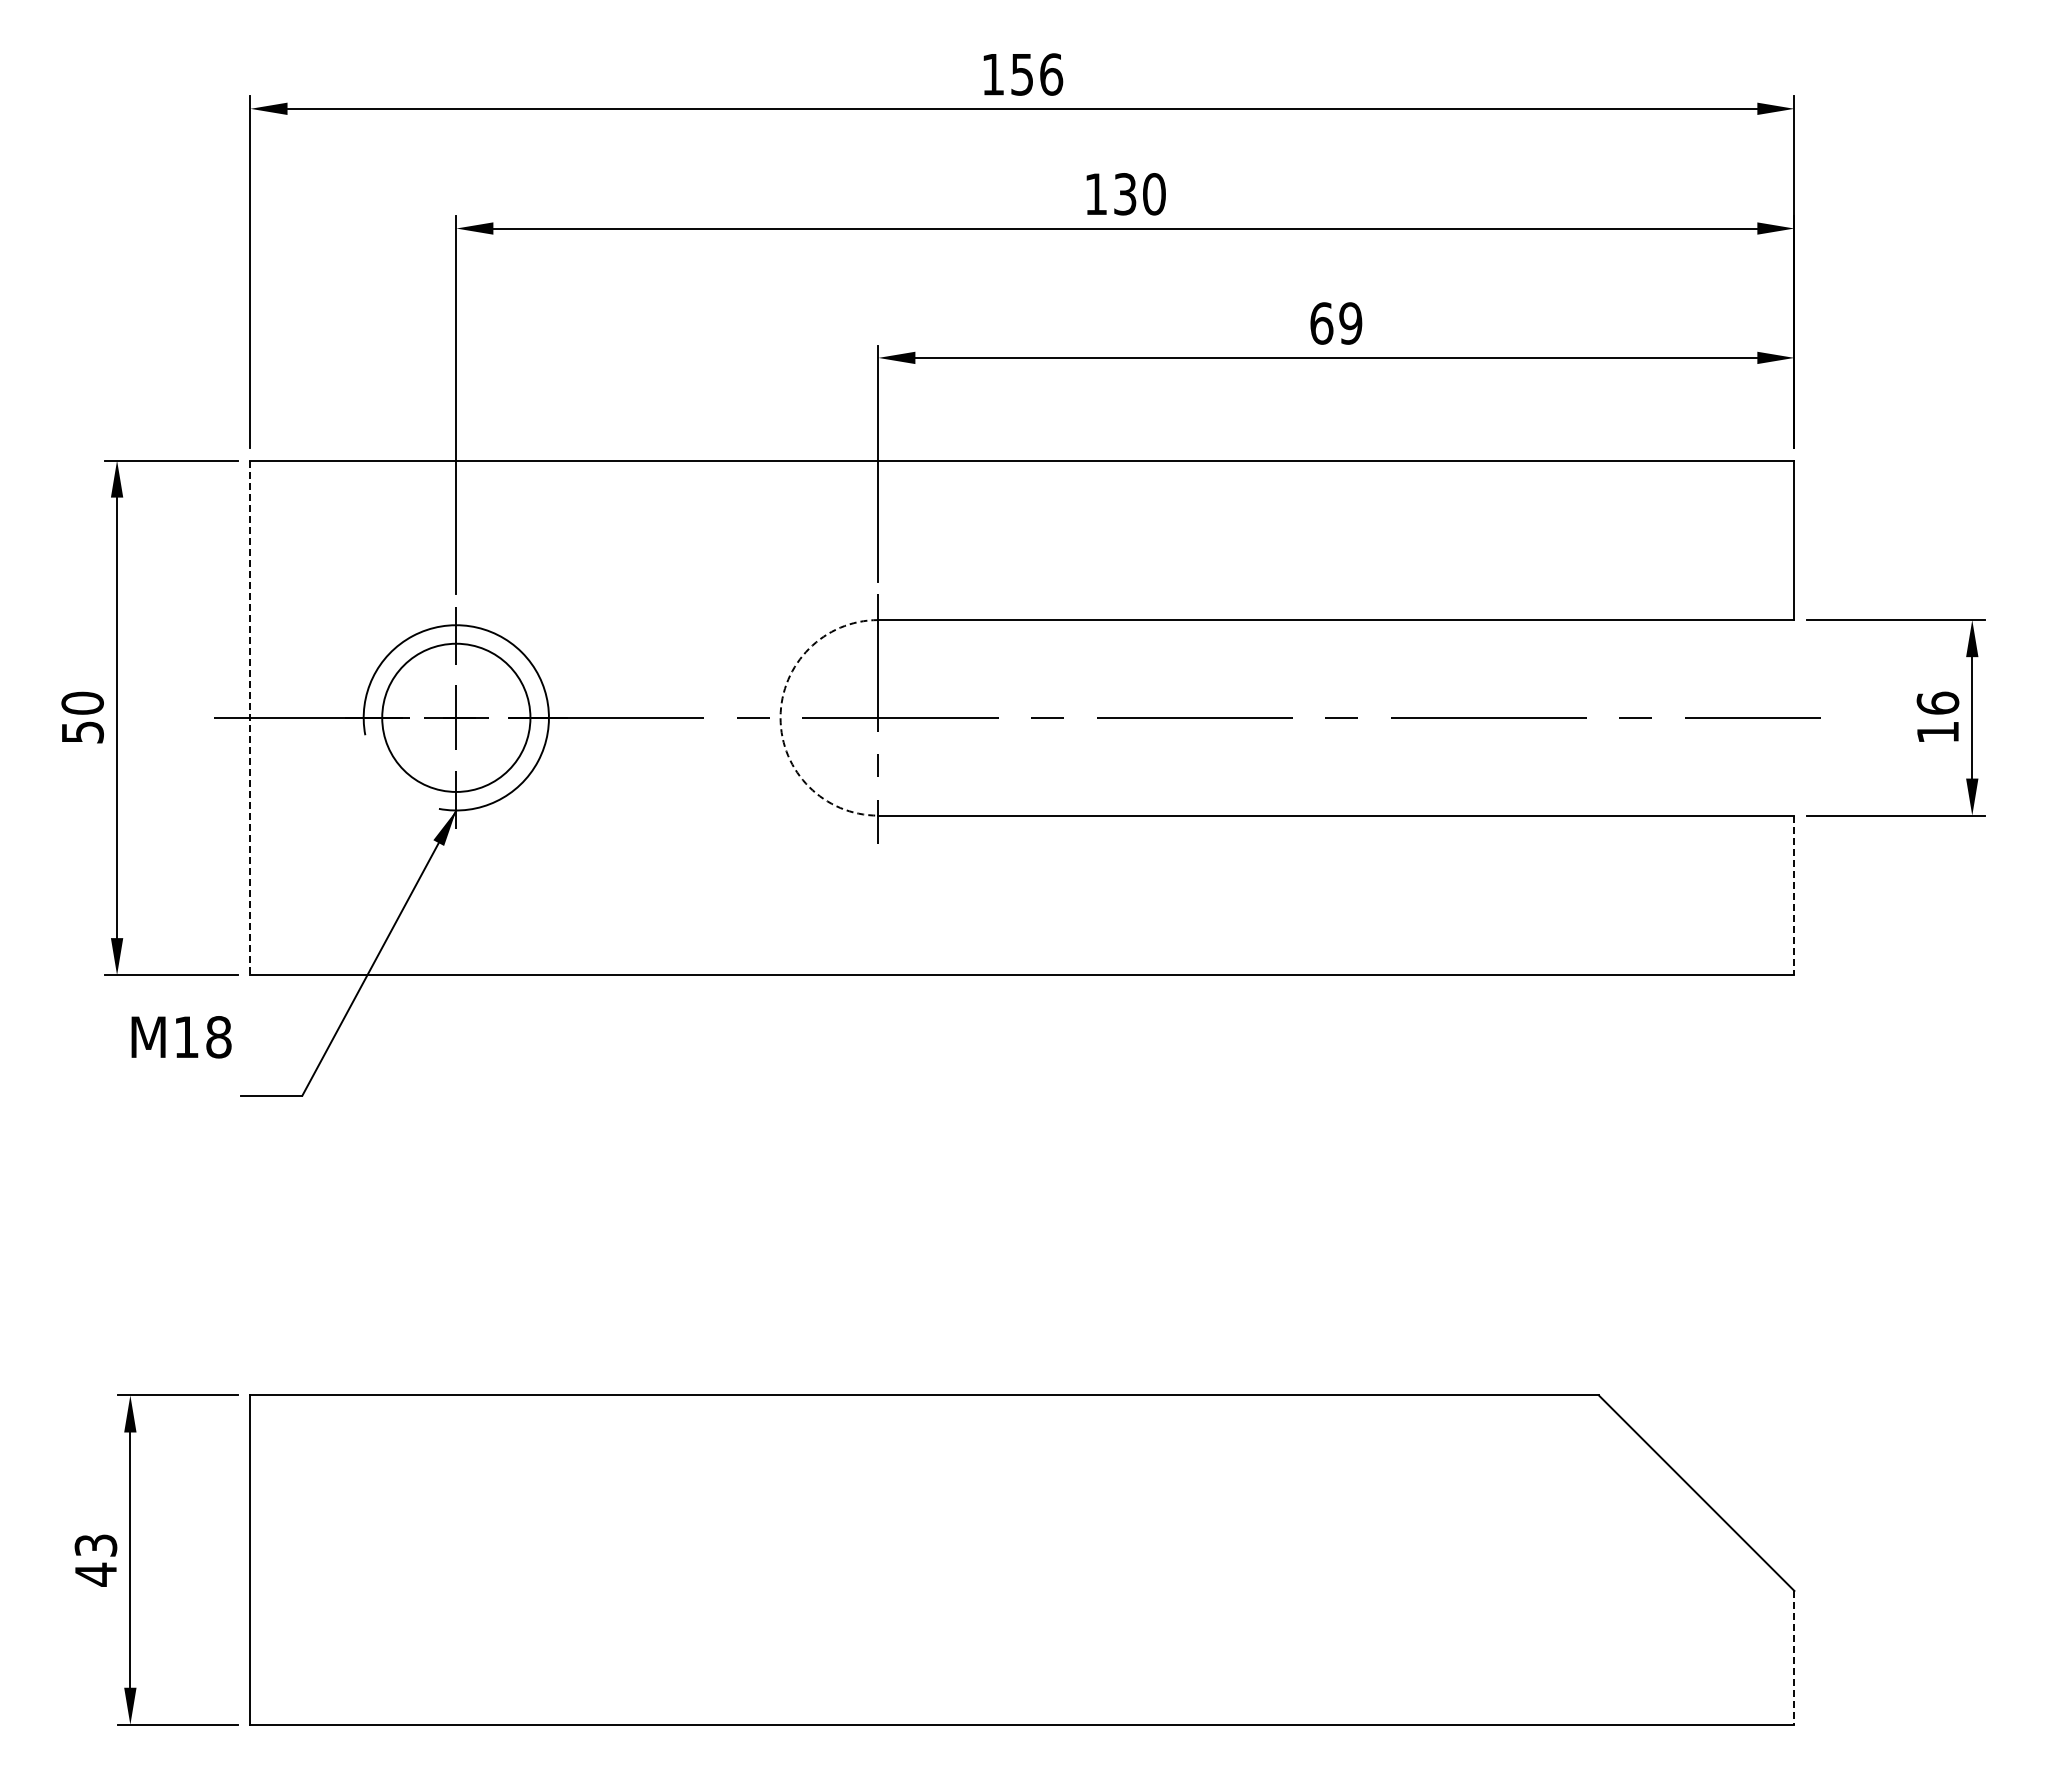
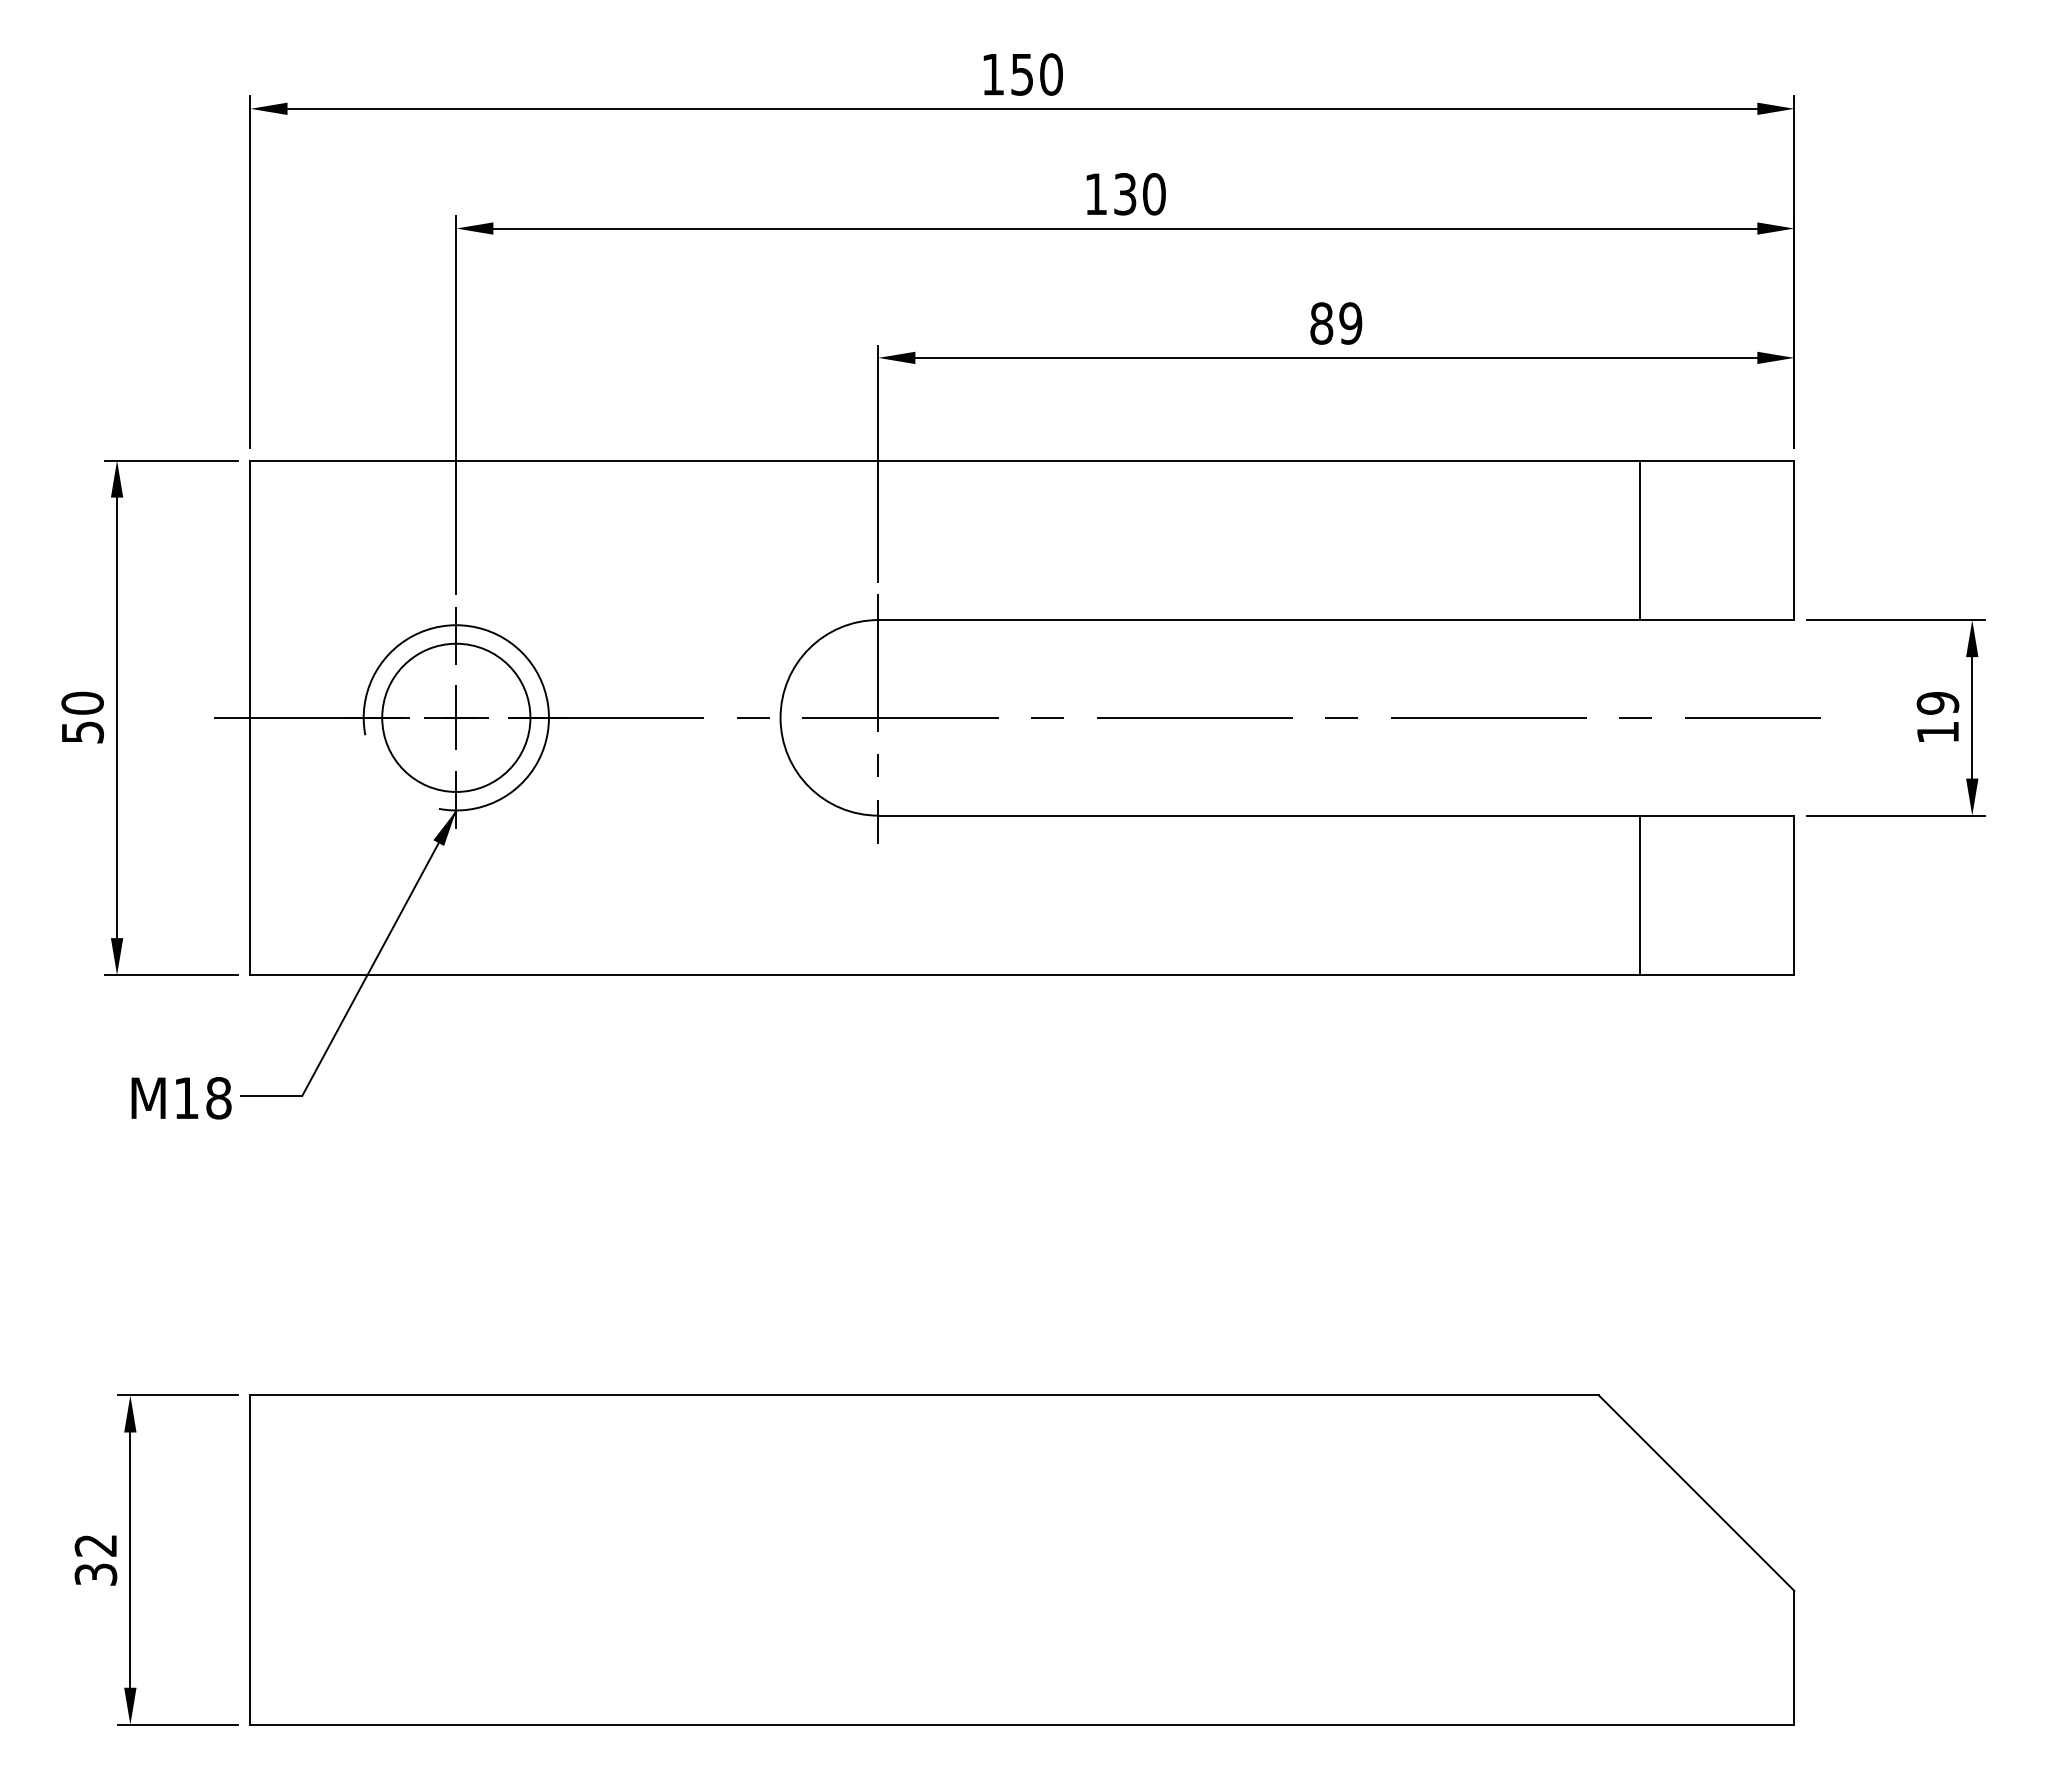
text at (1051, 74): 156 -> 150
text at (1321, 323): 69 -> 89
line at (1640, 540): none -> present
text at (1937, 702): 16 -> 19
arc at (780, 717): dashed -> solid
line at (250, 718): dashed -> solid
line at (1640, 895): none -> present
line at (1794, 895): dashed -> solid
text at (181, 1037) position: (181, 1037) -> (181, 1098)
text at (95, 1560): 43 -> 32
line at (1794, 1657): dashed -> solid
